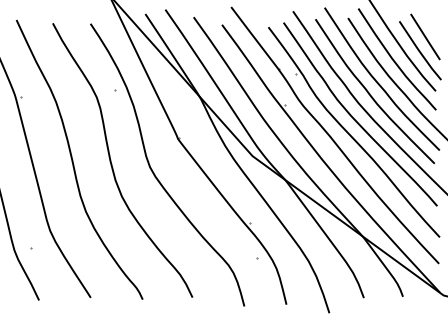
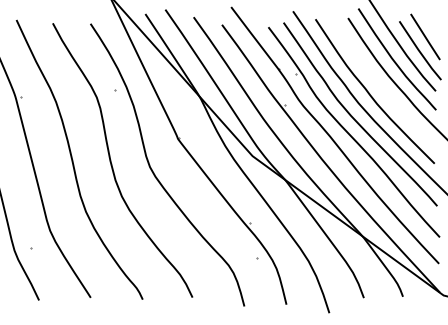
curve at (378, 82): present -> none
